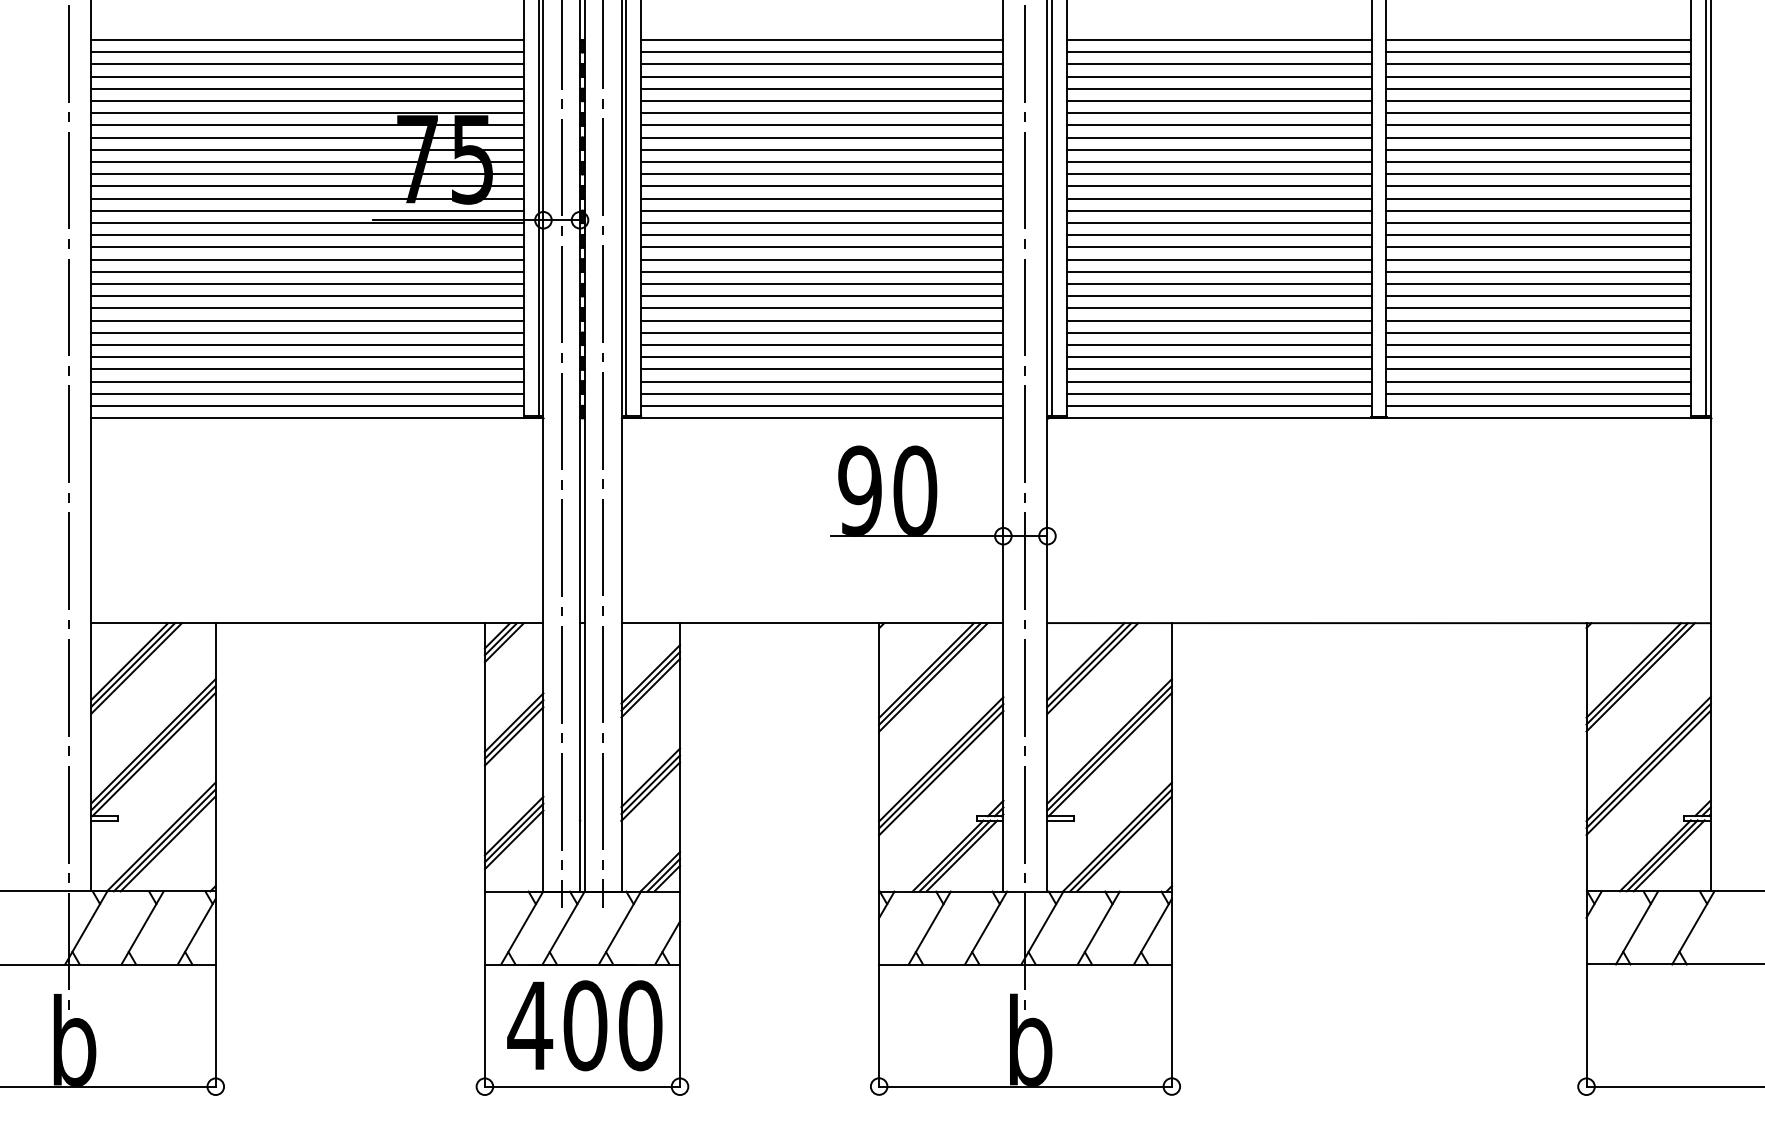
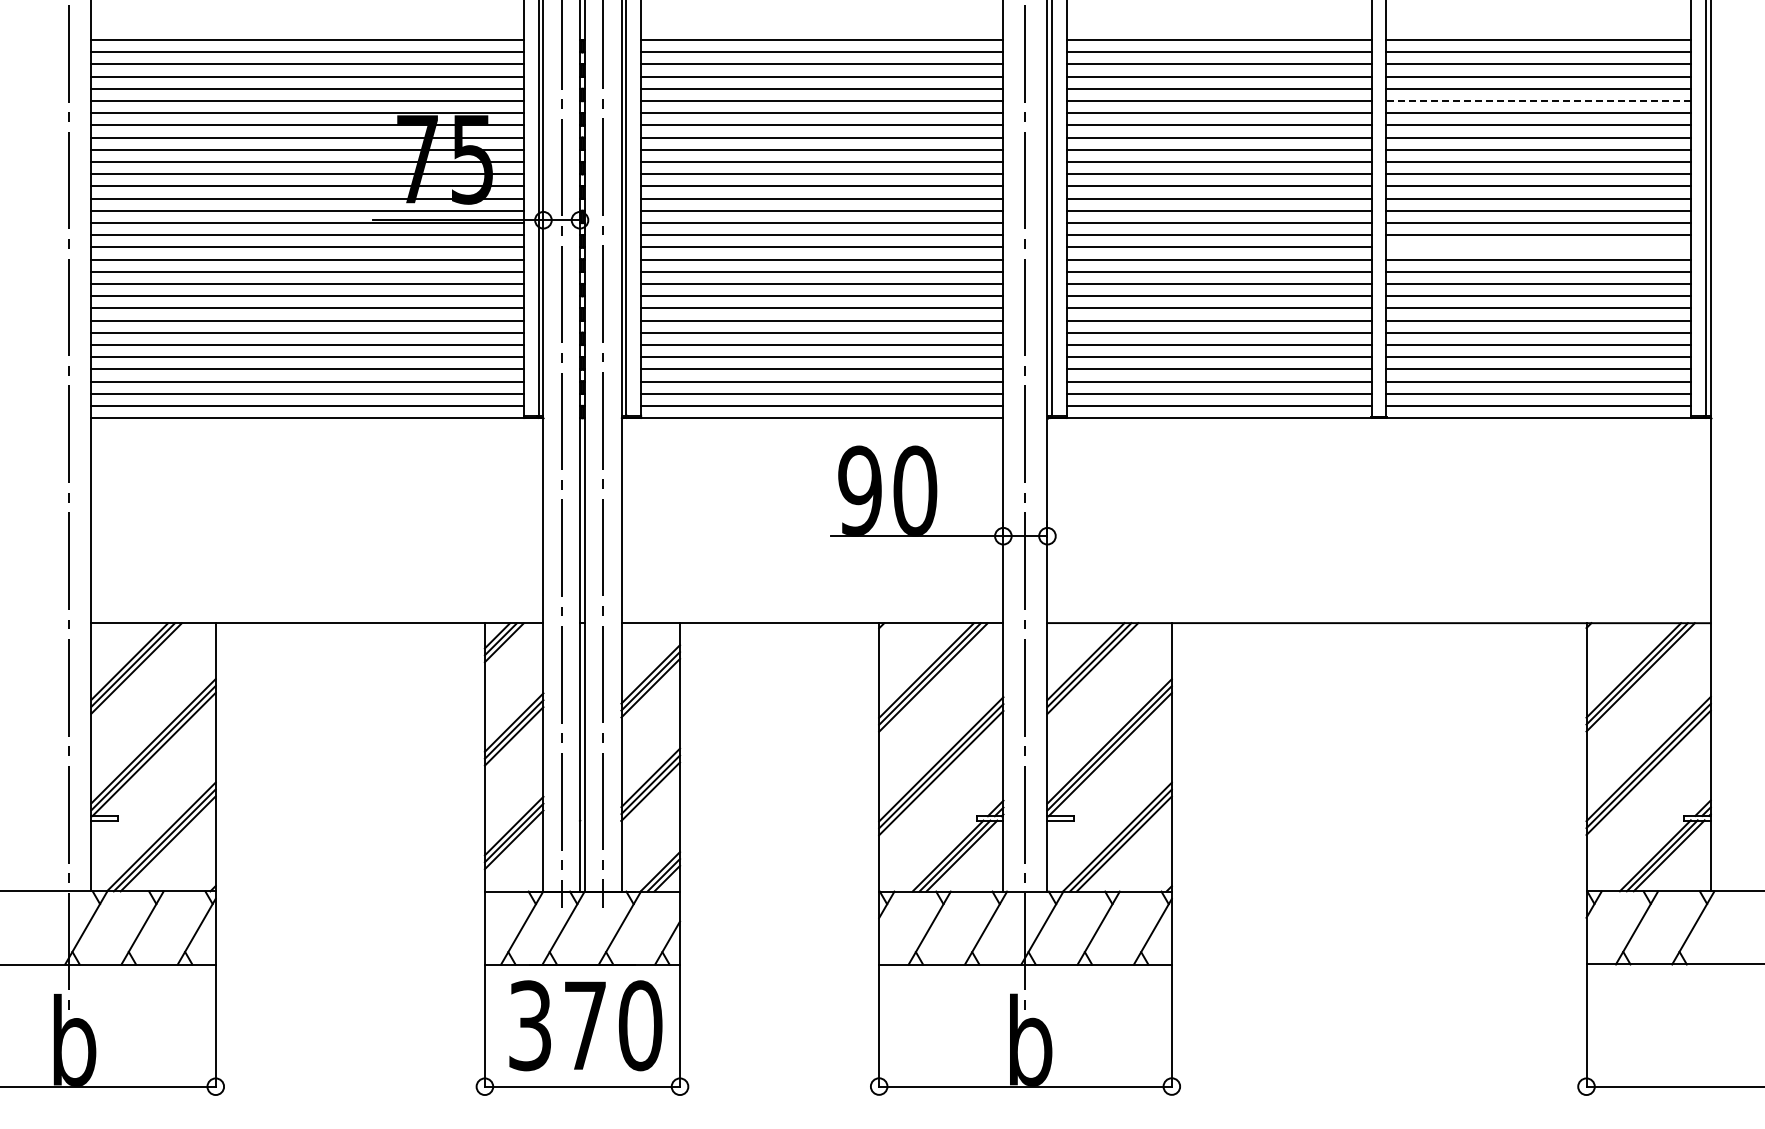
line at (1538, 101): solid -> dashed
line at (1538, 247): present -> none
text at (557, 1025): 400 -> 370
